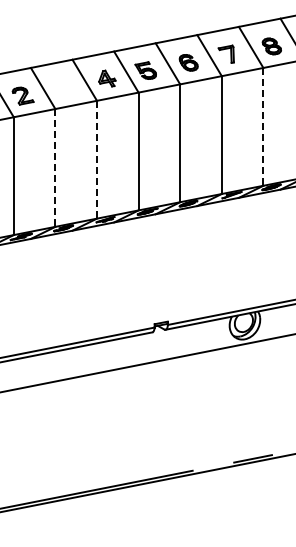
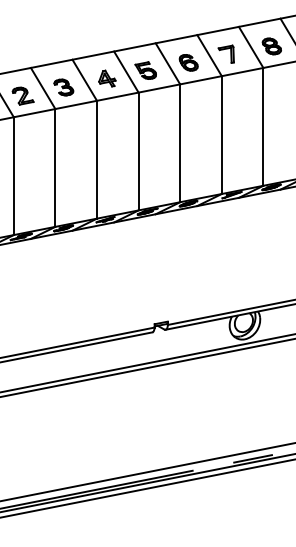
part at (63, 87): none -> present
line at (263, 126): dashed -> solid
line at (97, 159): dashed -> solid
line at (55, 167): dashed -> solid
line at (147, 367): none -> present
line at (147, 471): none -> present
line at (147, 488): none -> present
